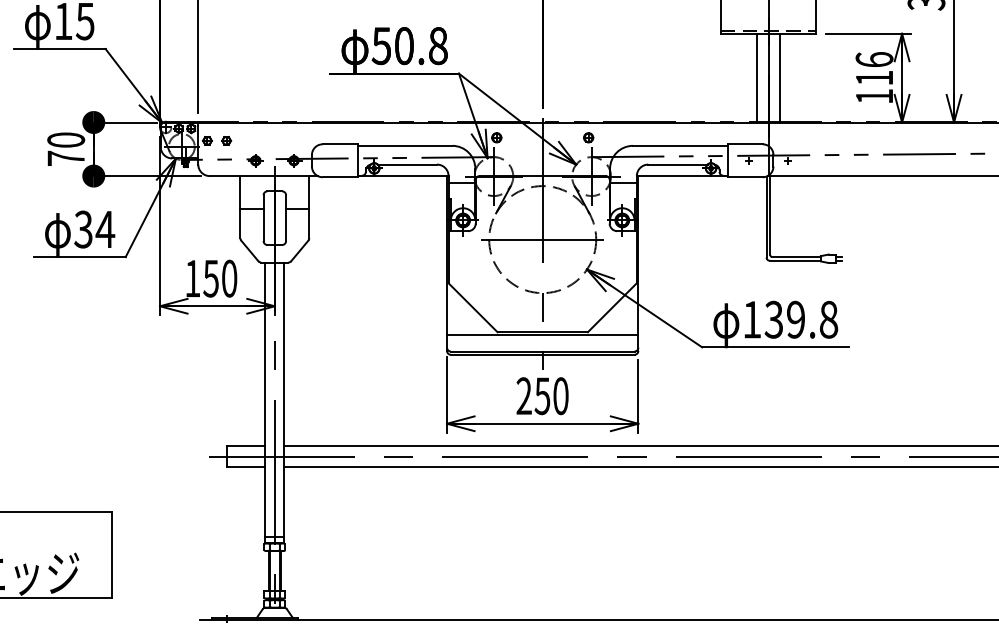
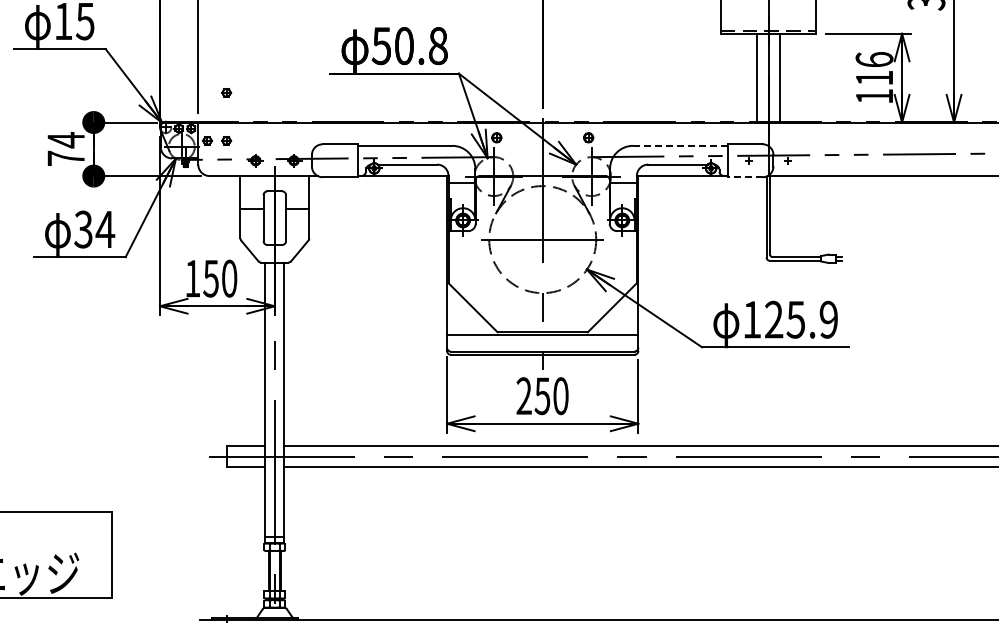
part at (226, 92): none -> present
text at (66, 140): 70 -> 74
line at (679, 145): solid -> dashed
line at (745, 177): solid -> dashed
text at (801, 319): 139.8 -> 125.9
